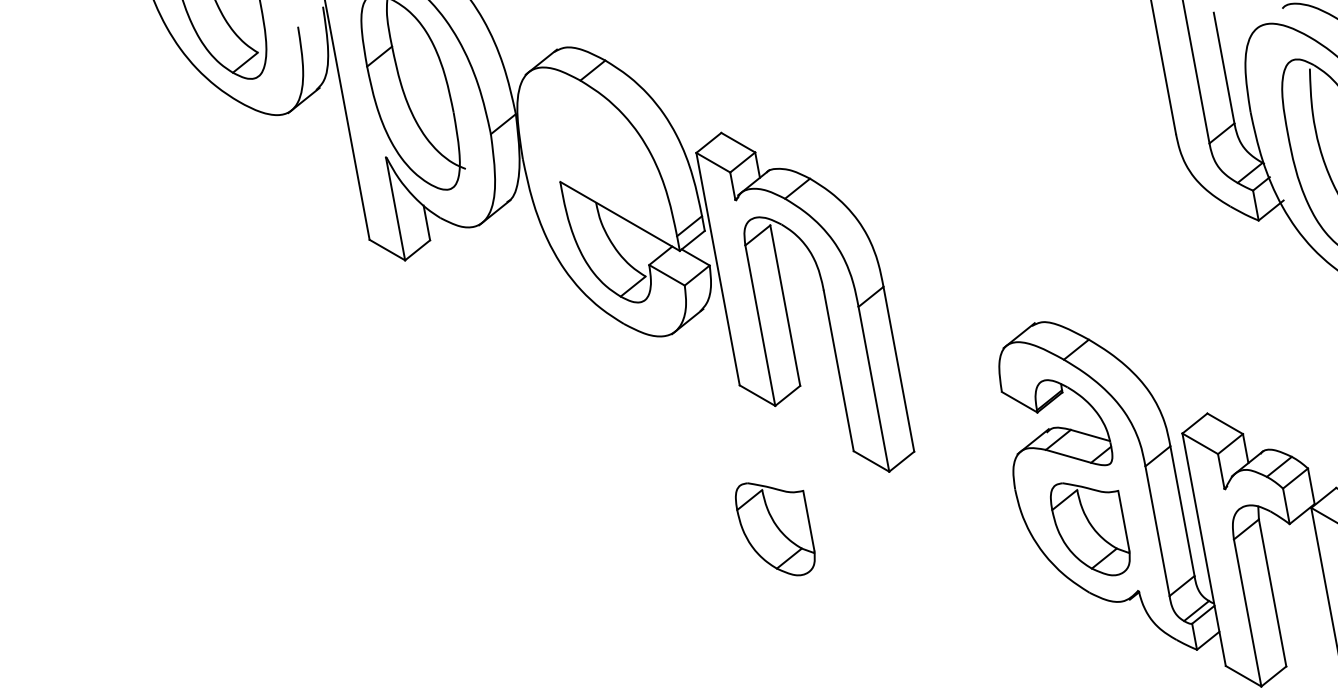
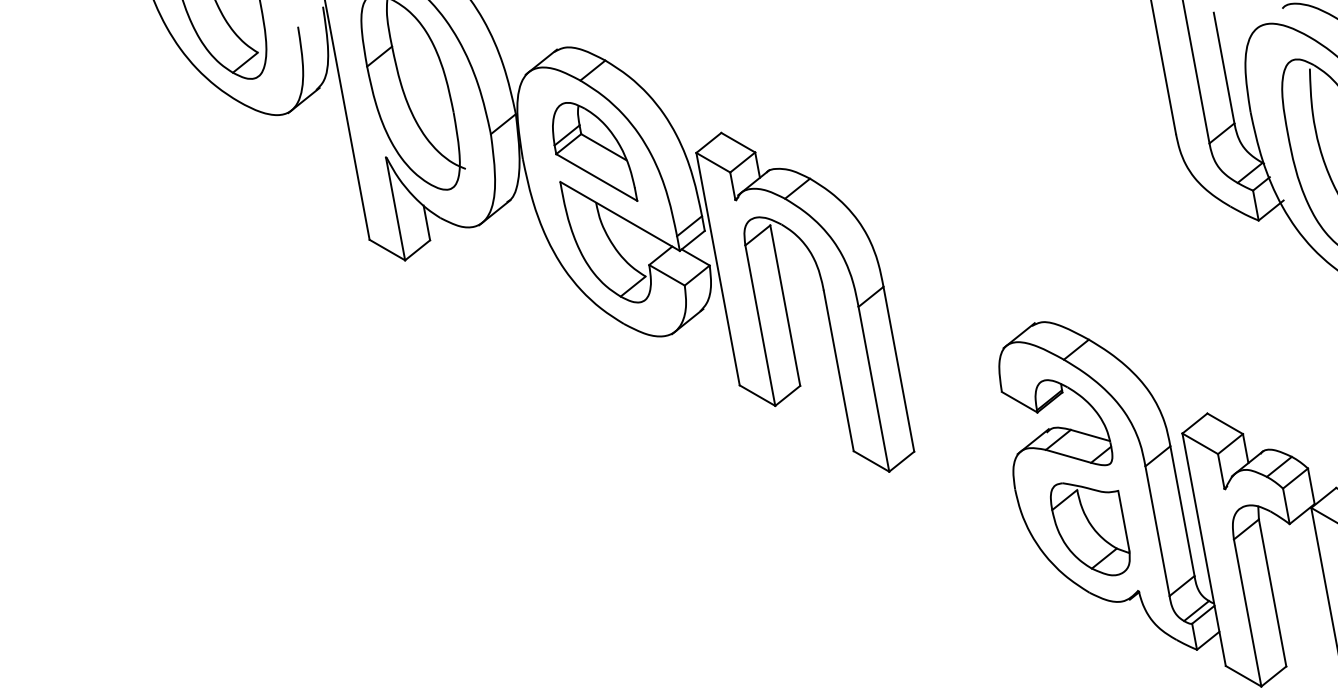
part at (595, 151): none -> present
part at (775, 529): present -> none
